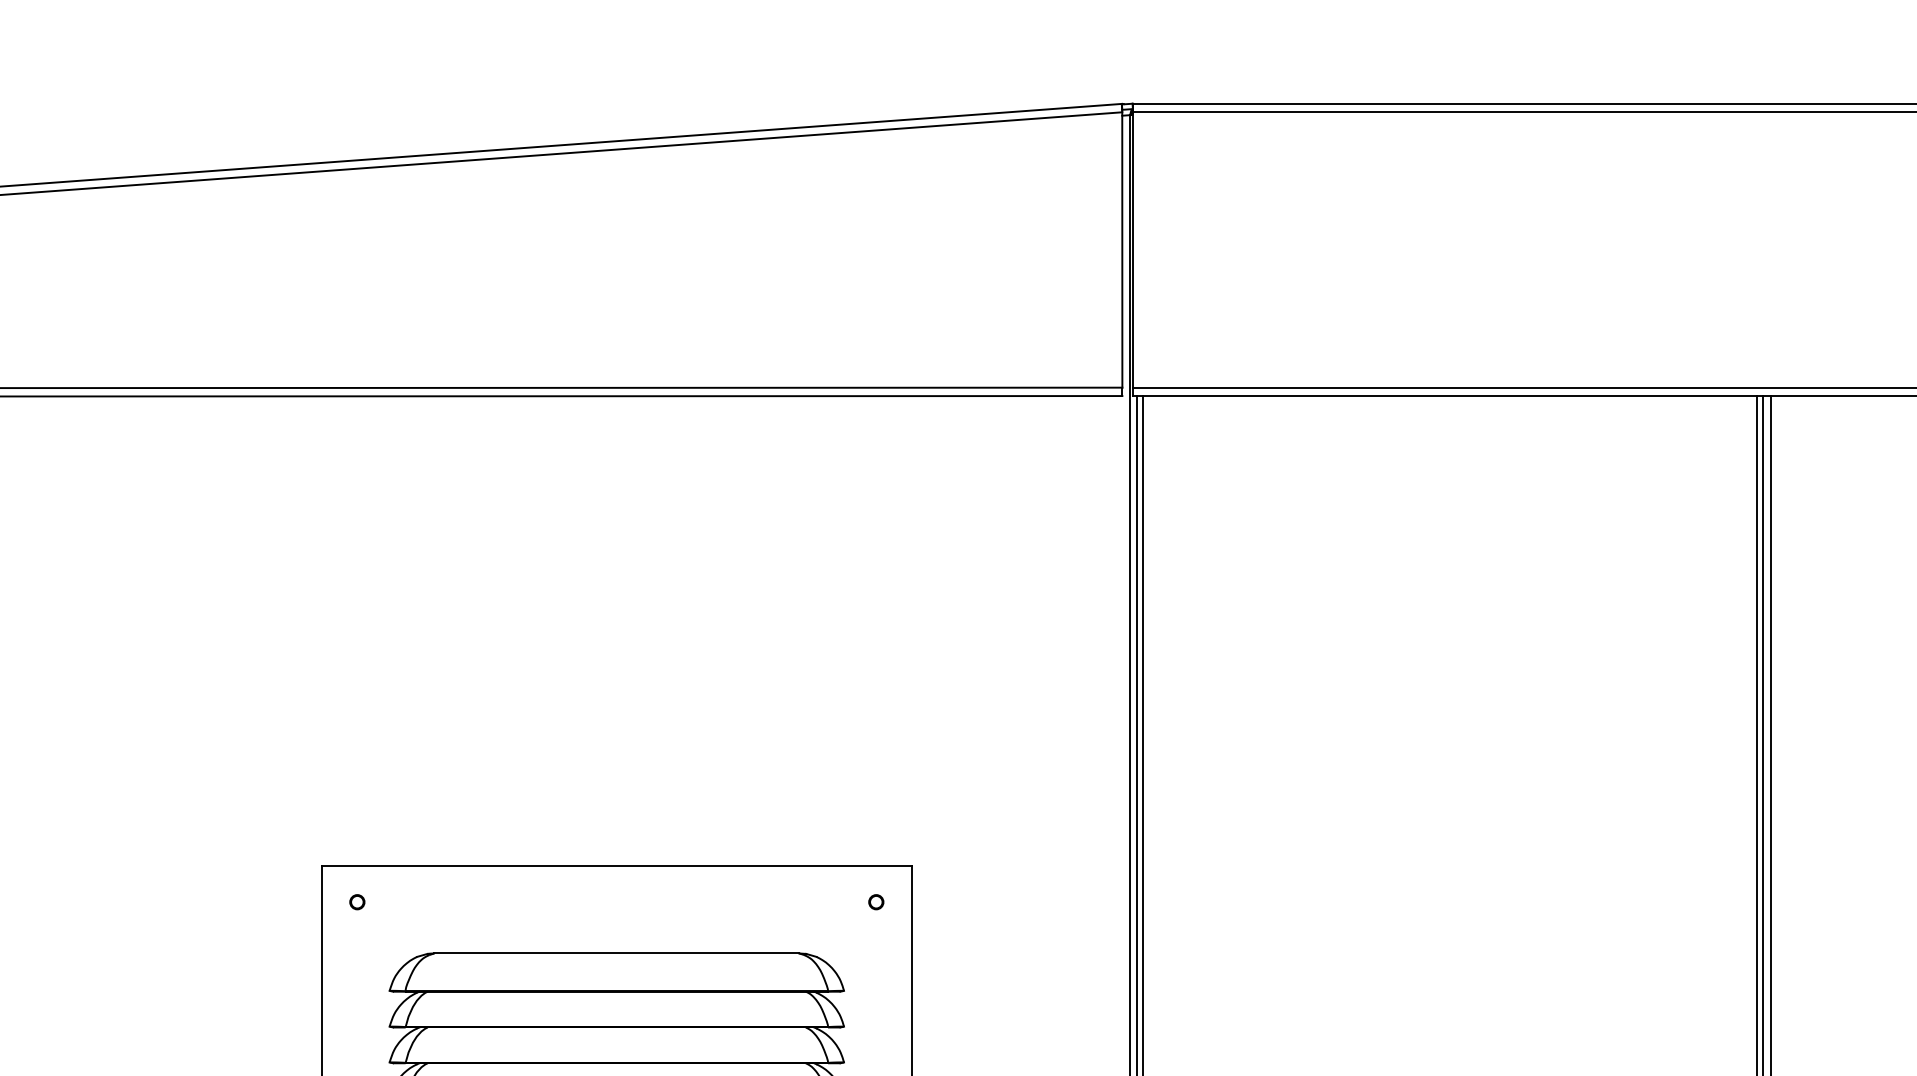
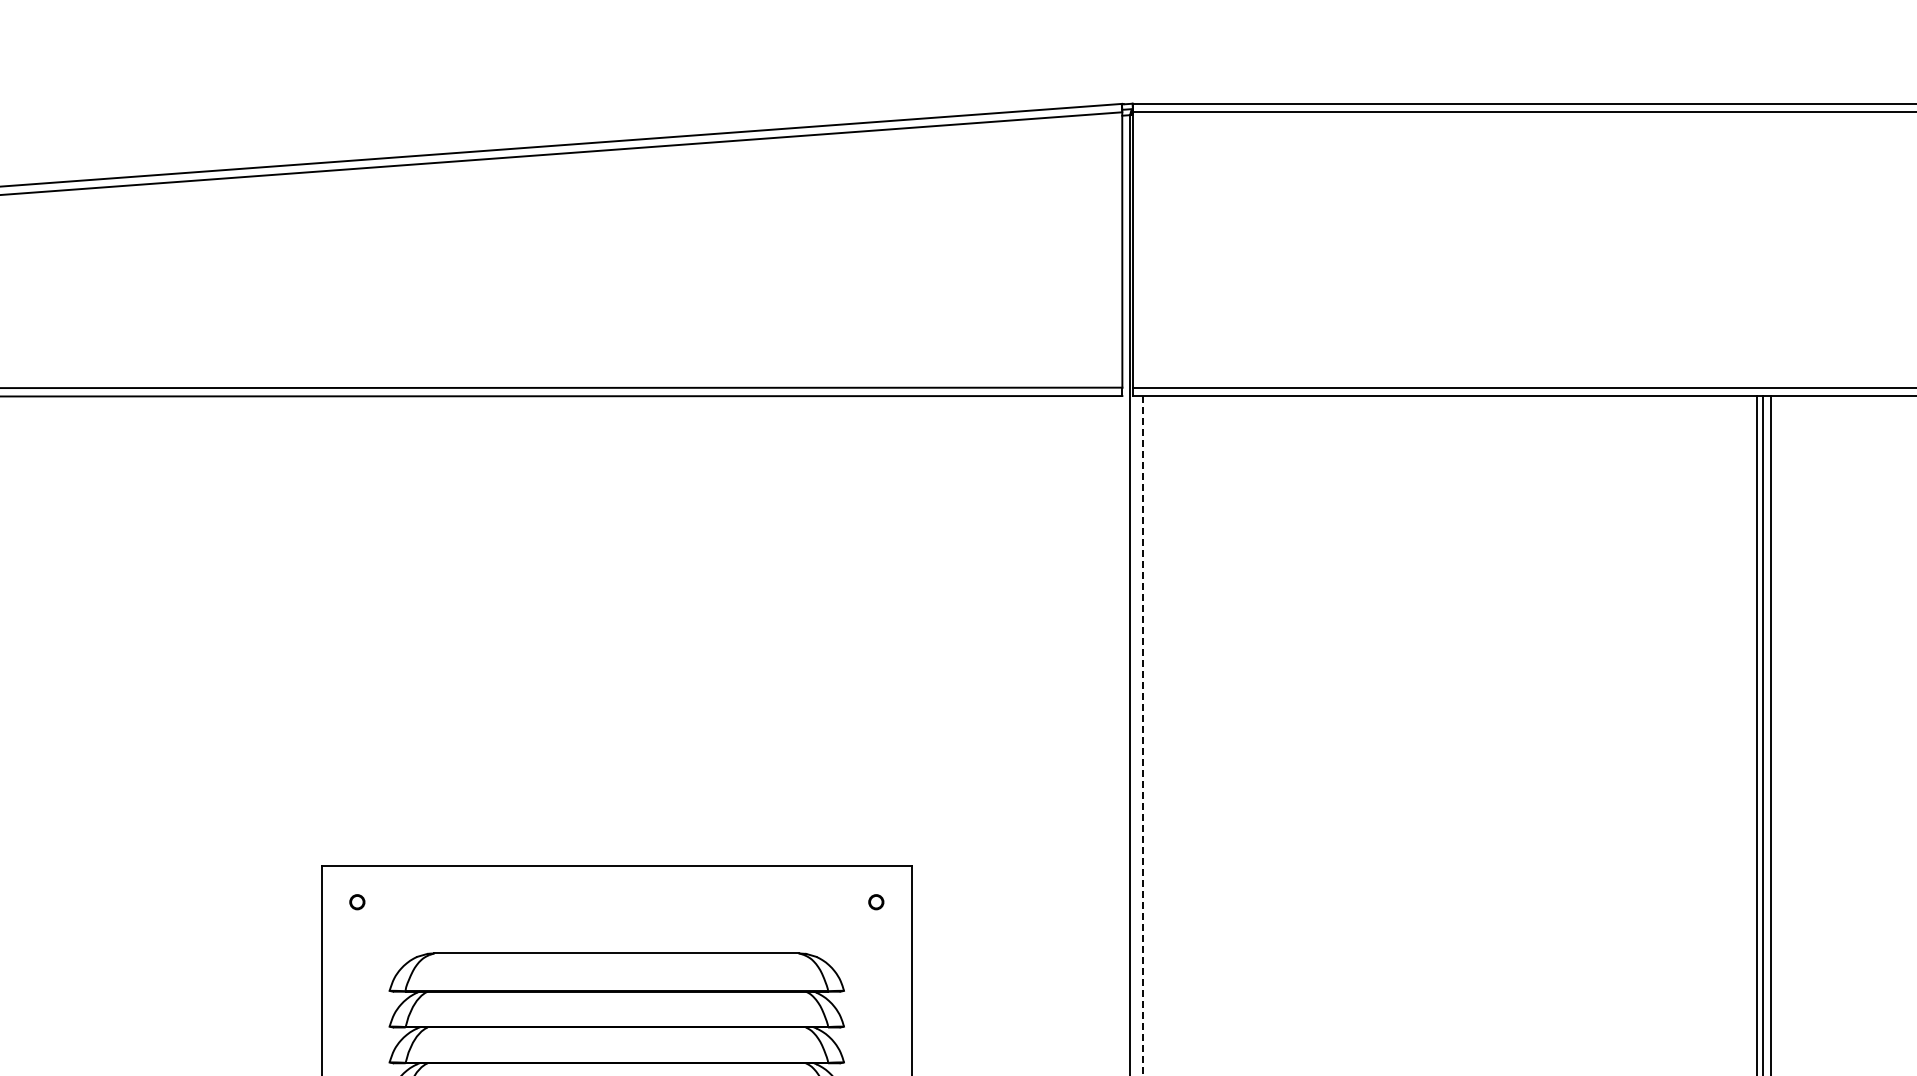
line at (1136, 733): present -> none
line at (1143, 735): solid -> dashed
